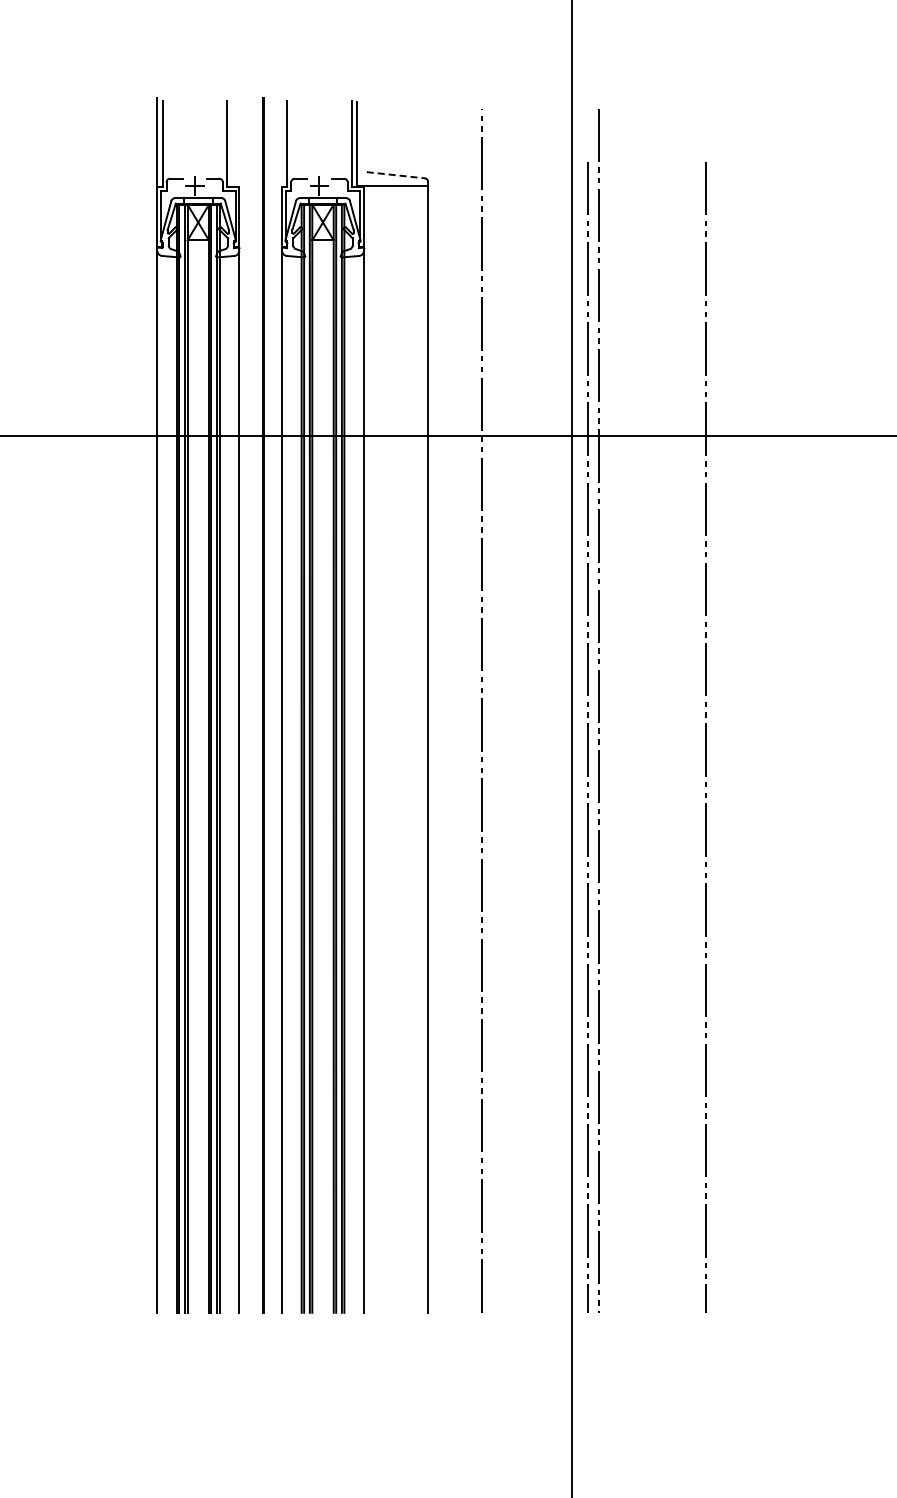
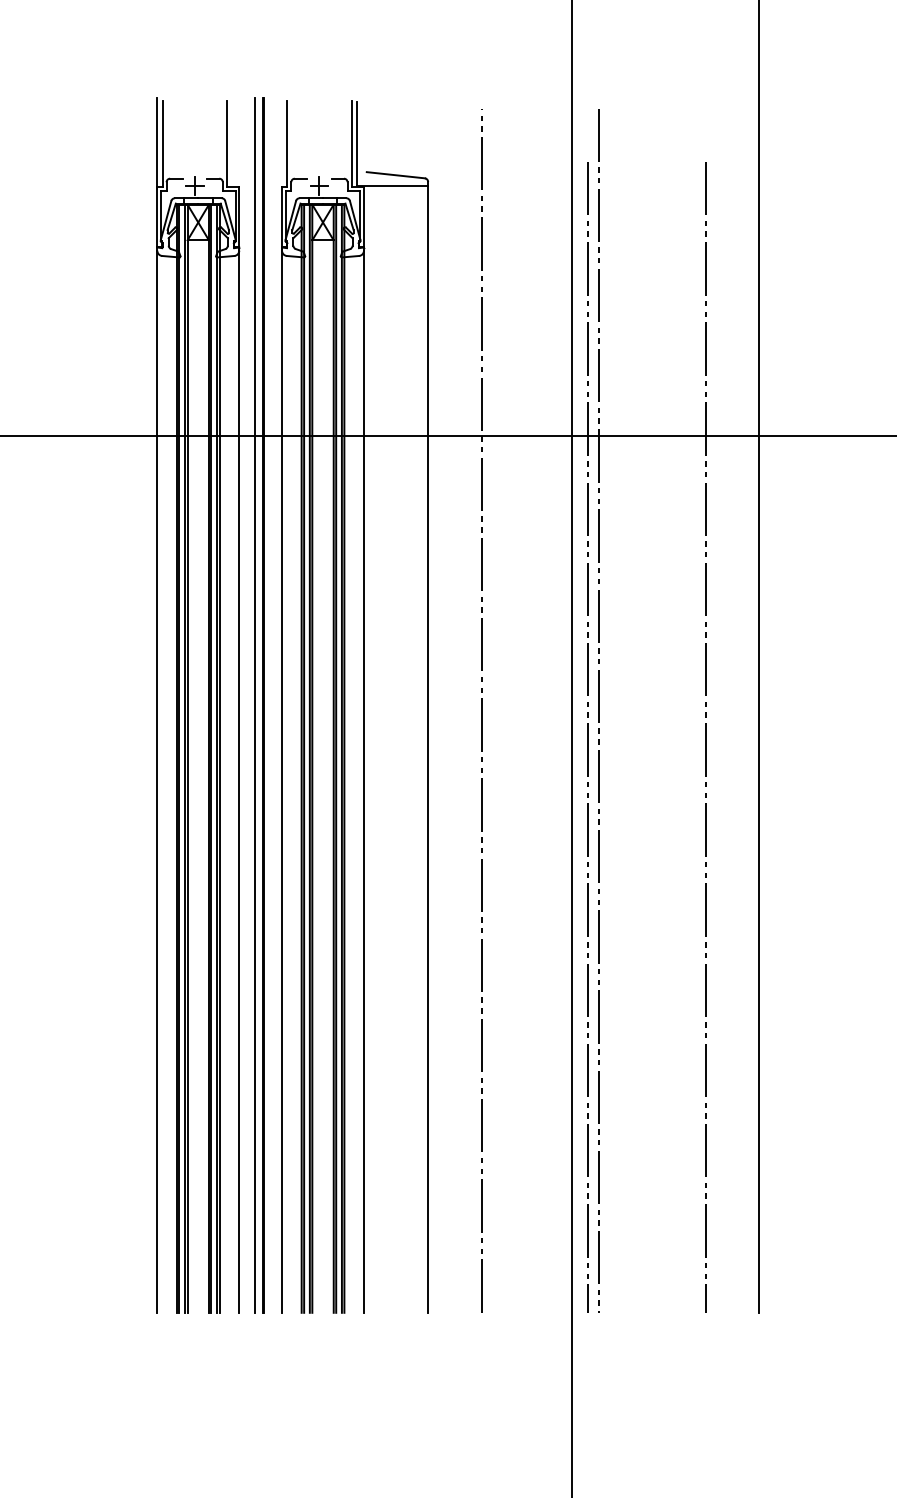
line at (396, 175): dashed -> solid
line at (759, 657): none -> present
line at (254, 704): none -> present
